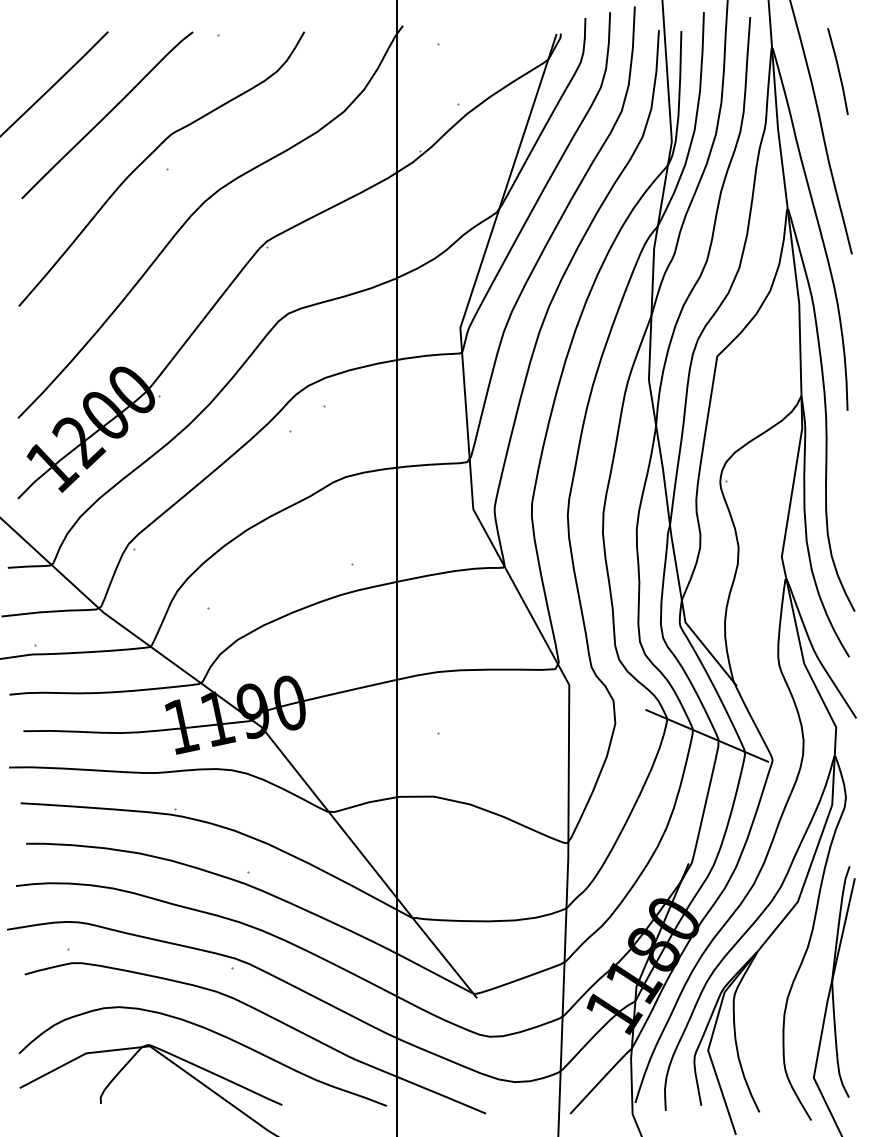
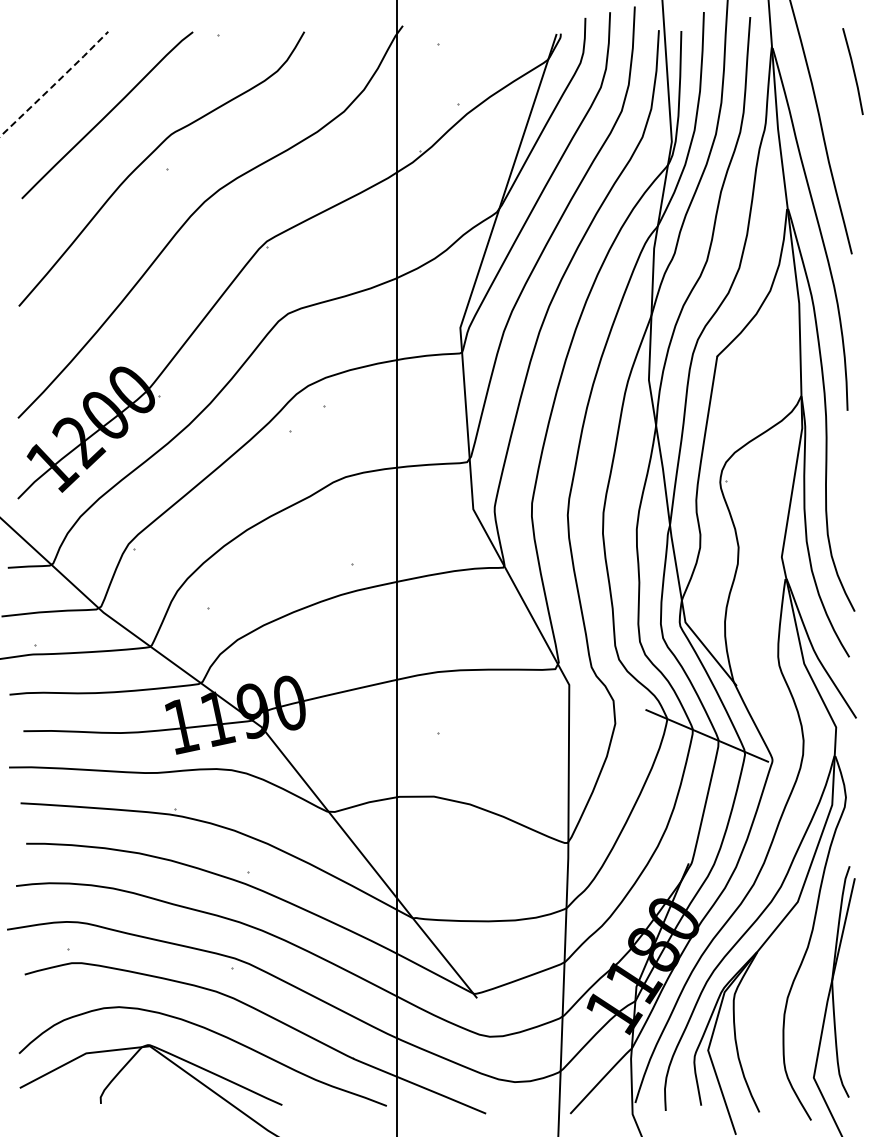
line at (838, 71) position: (838, 71) -> (853, 71)
line at (55, 83): solid -> dashed
